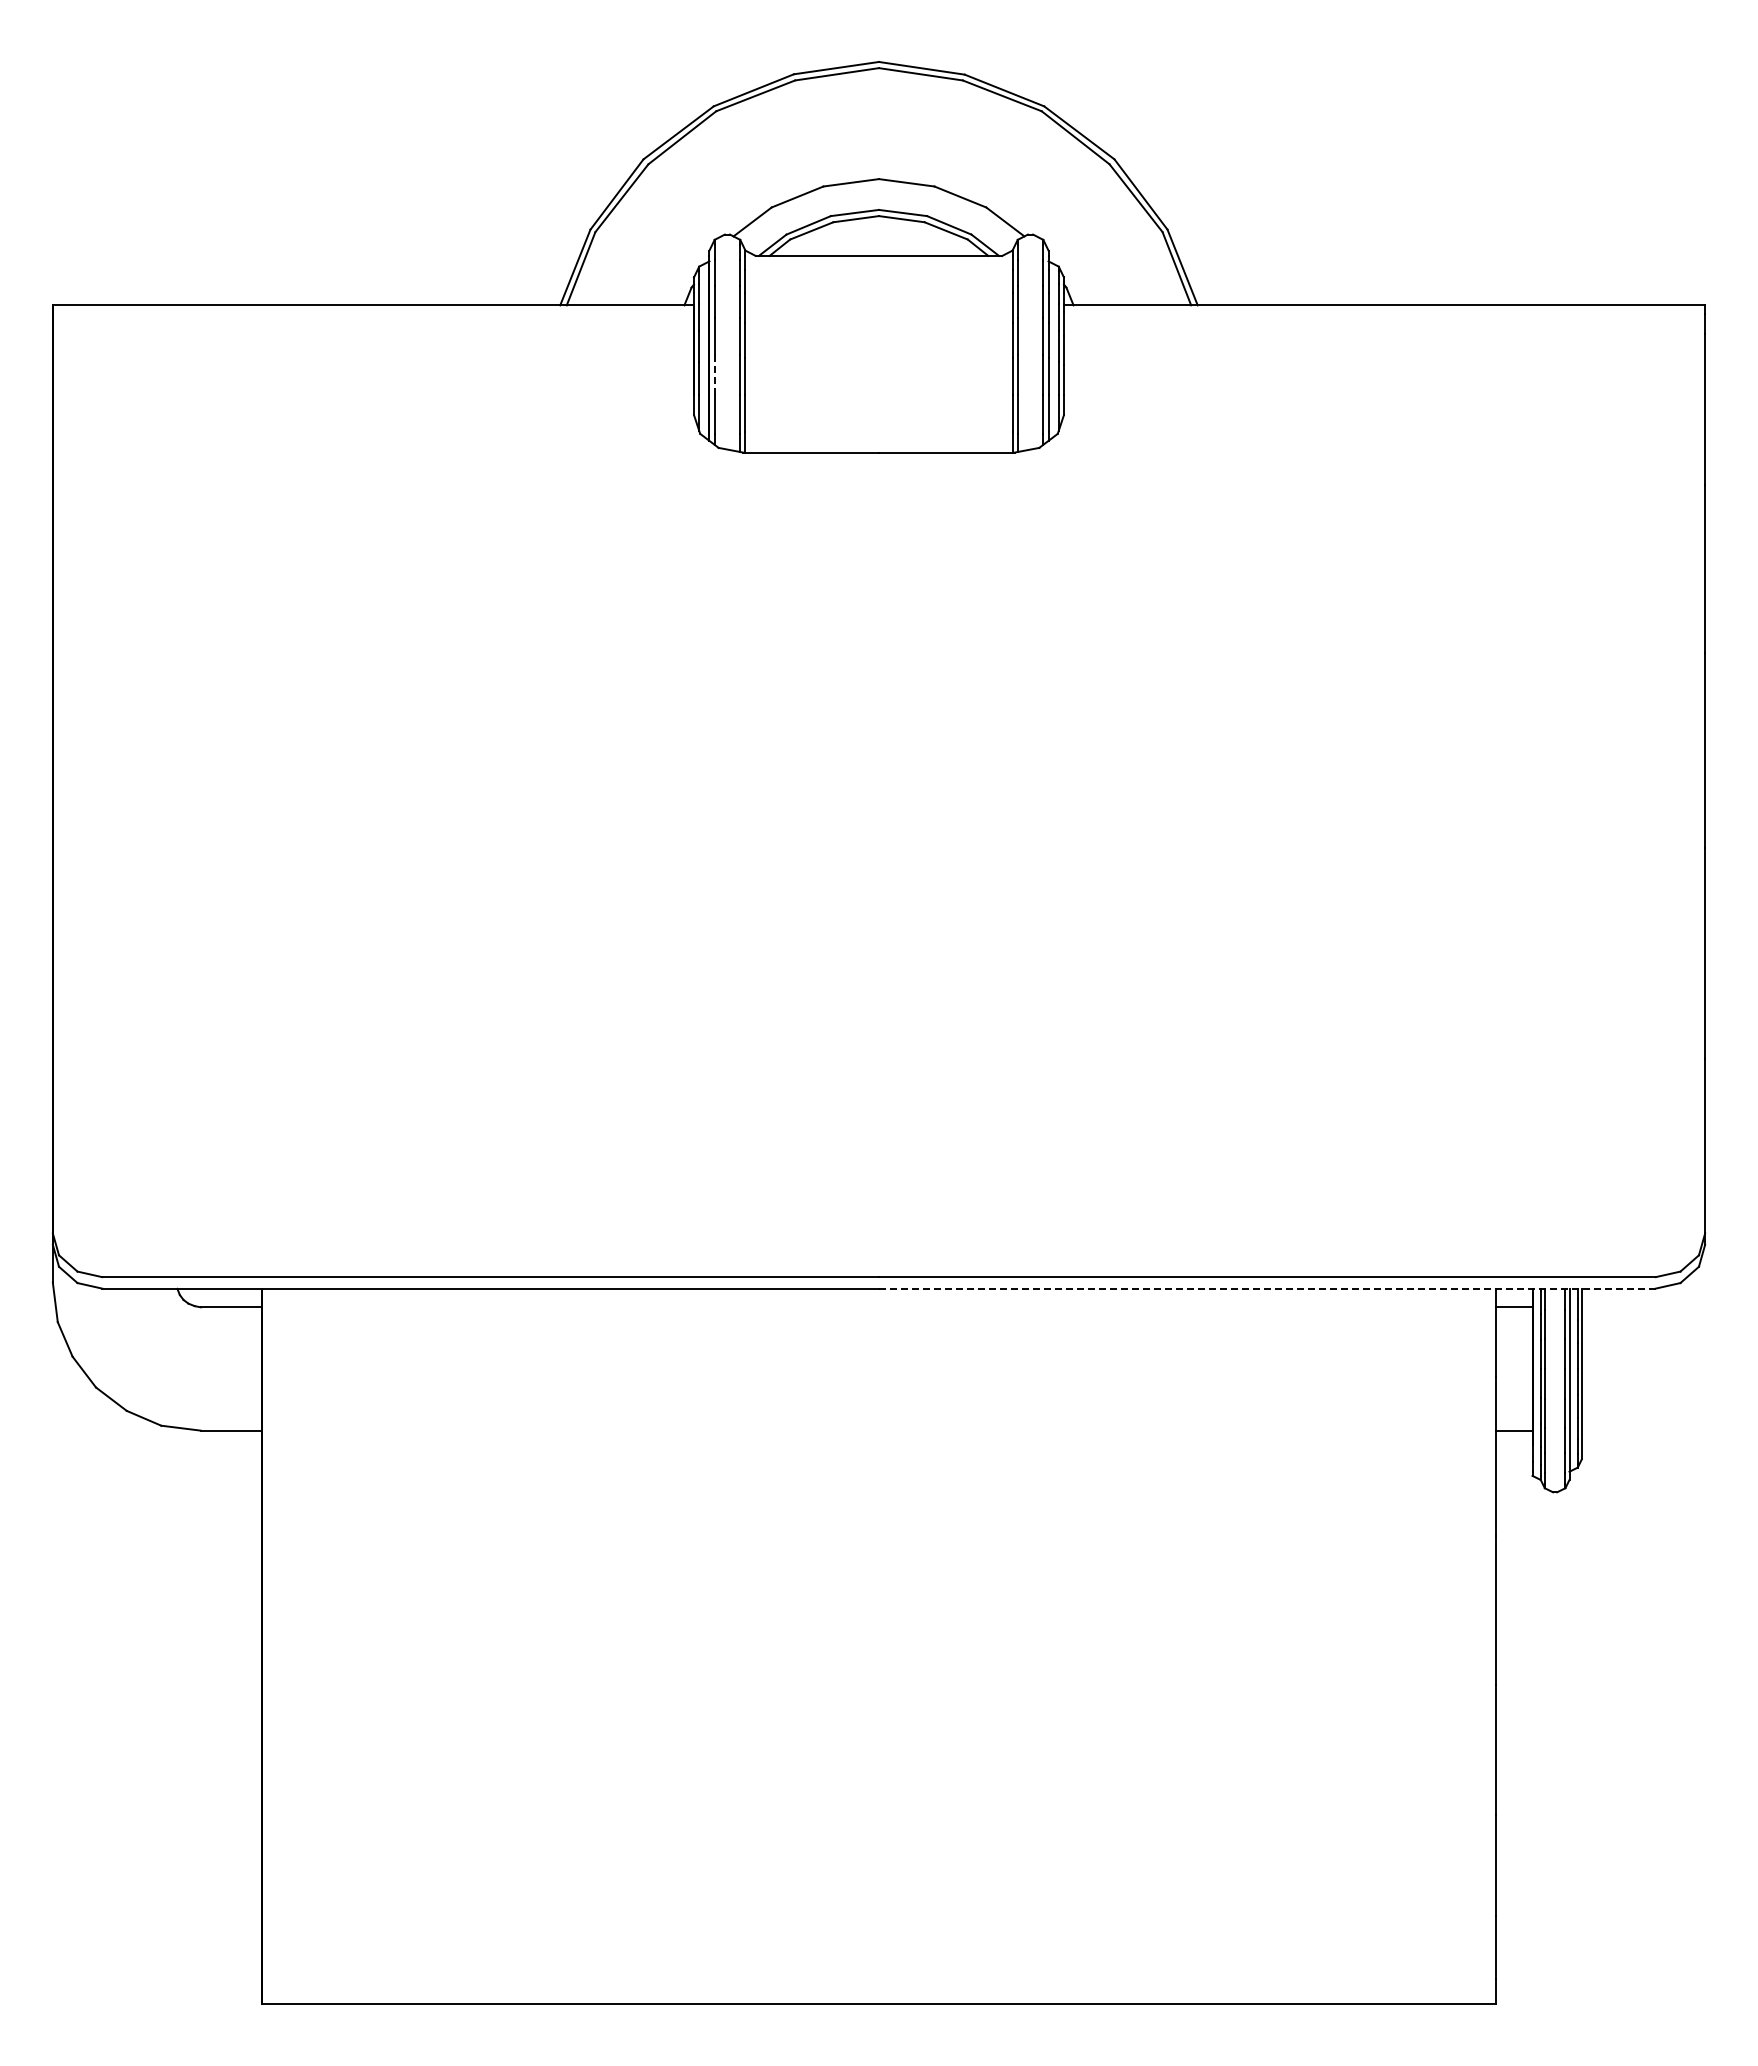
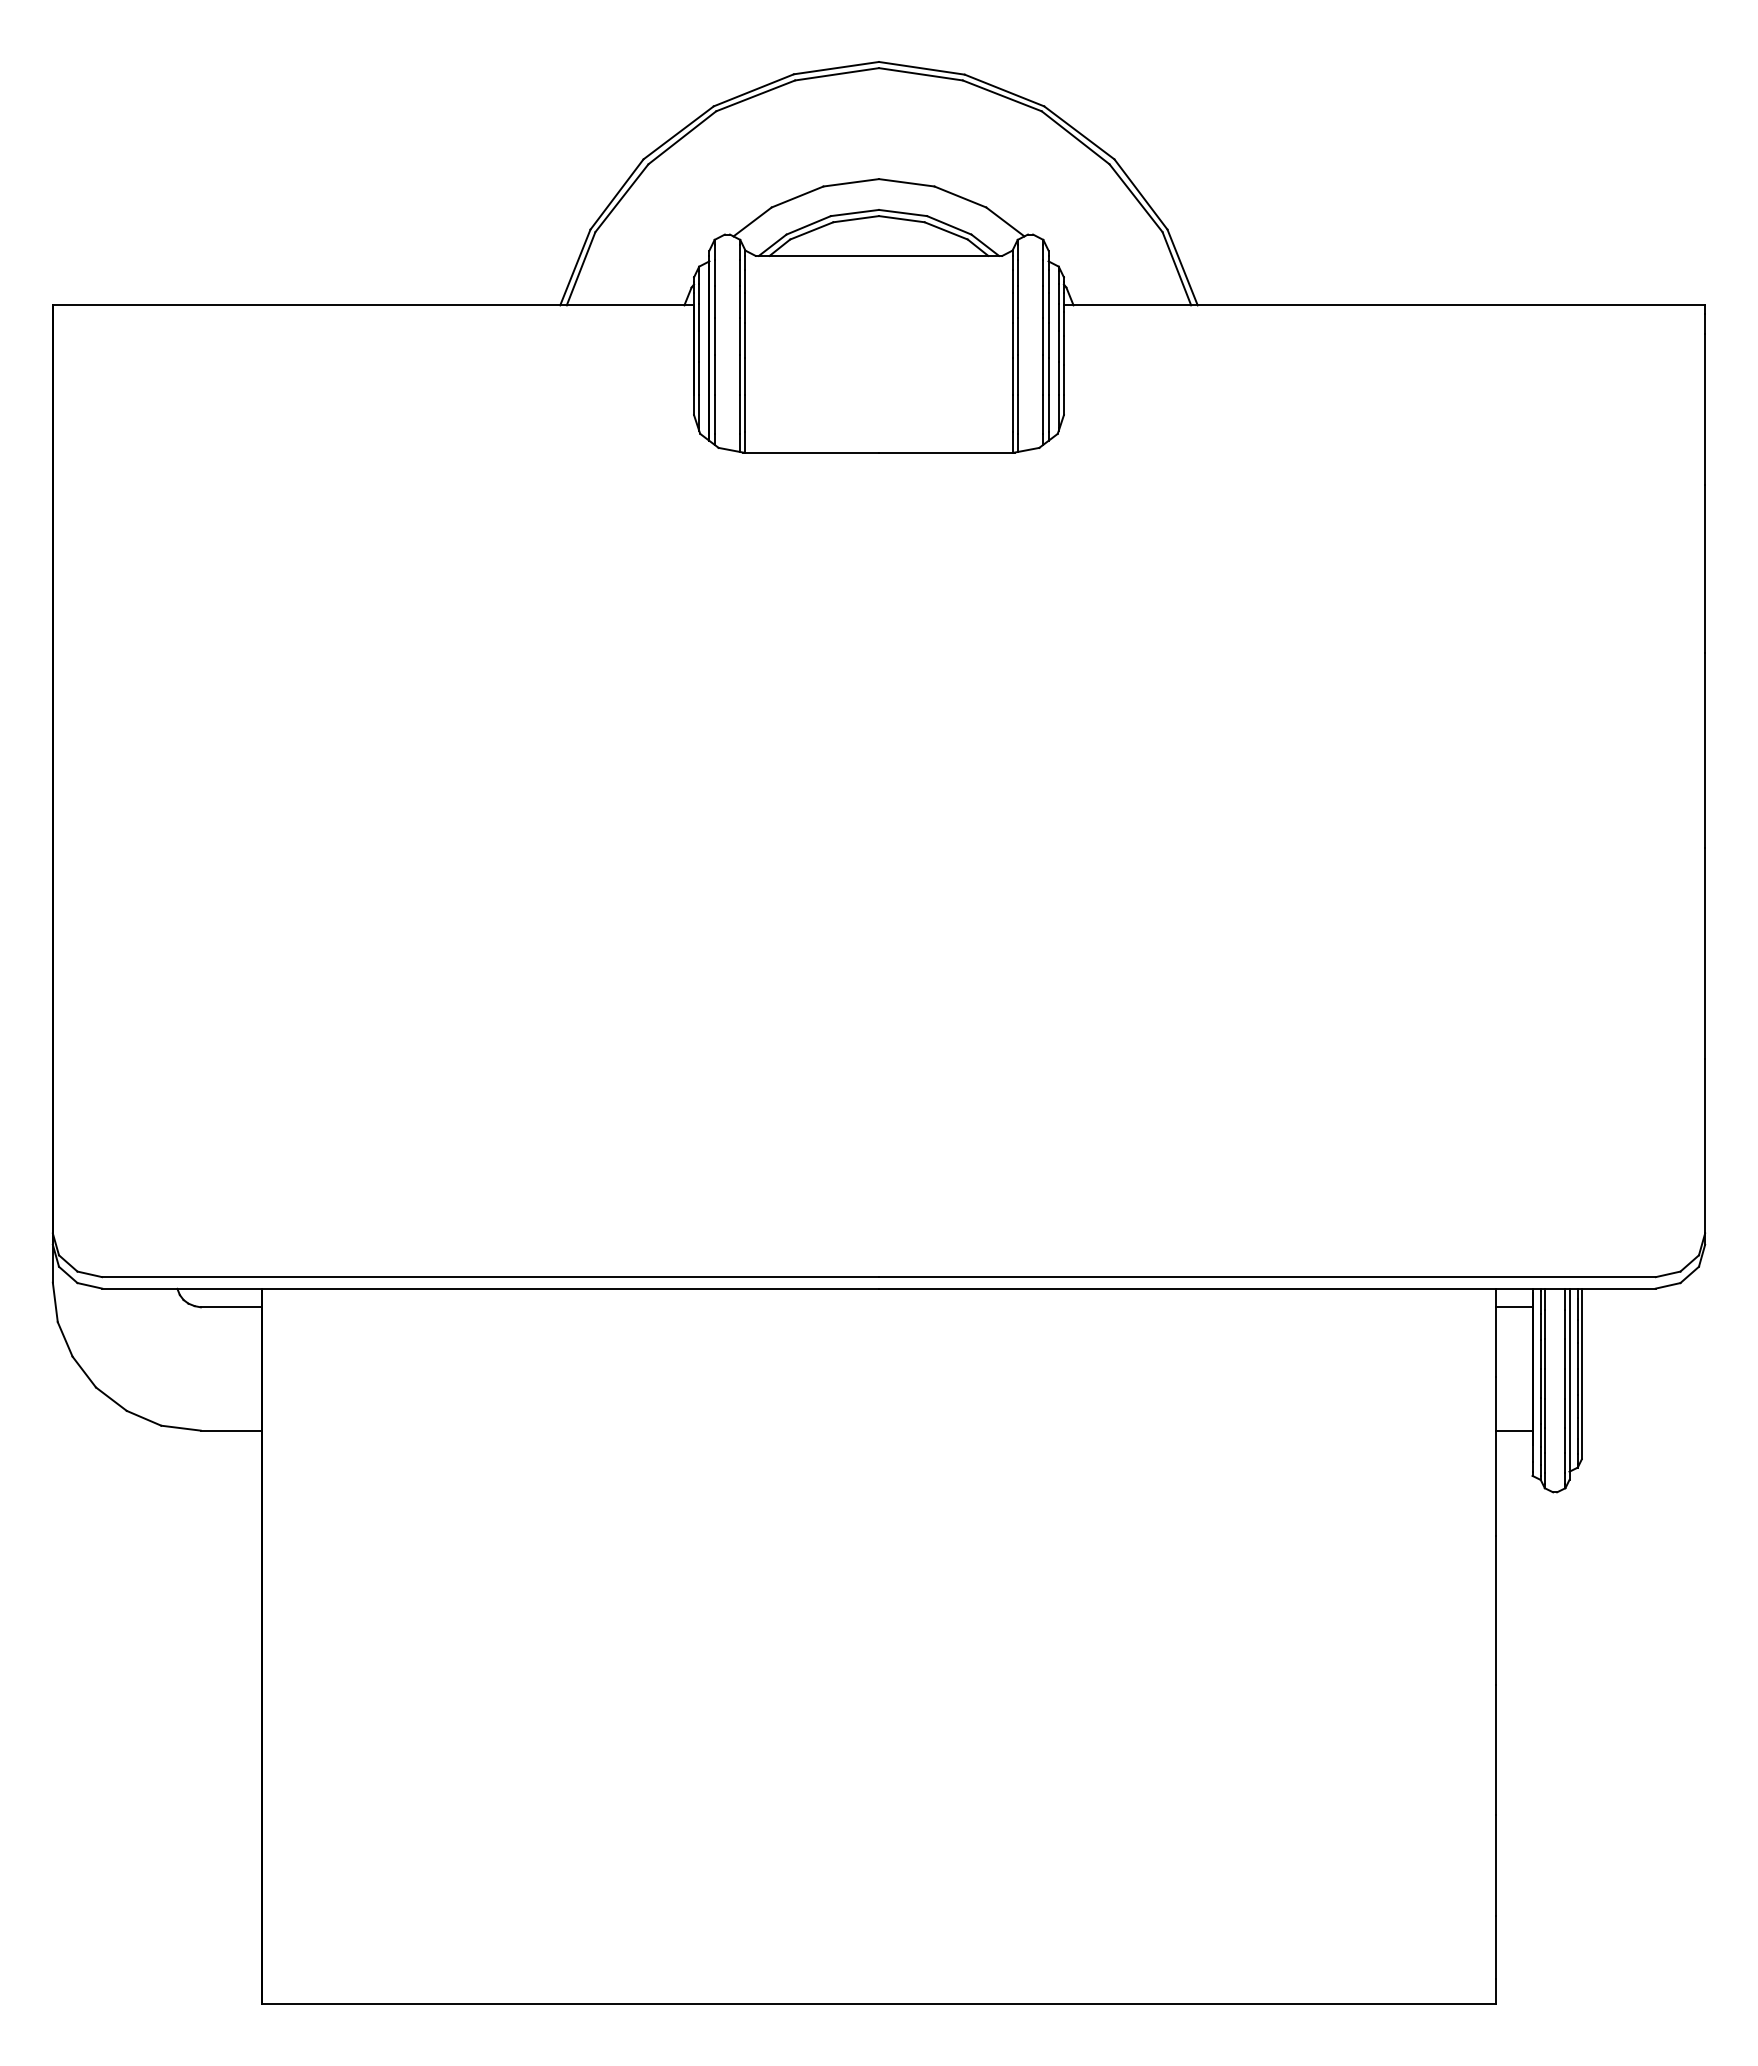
line at (714, 375): dashed -> solid
line at (1267, 1288): dashed -> solid
